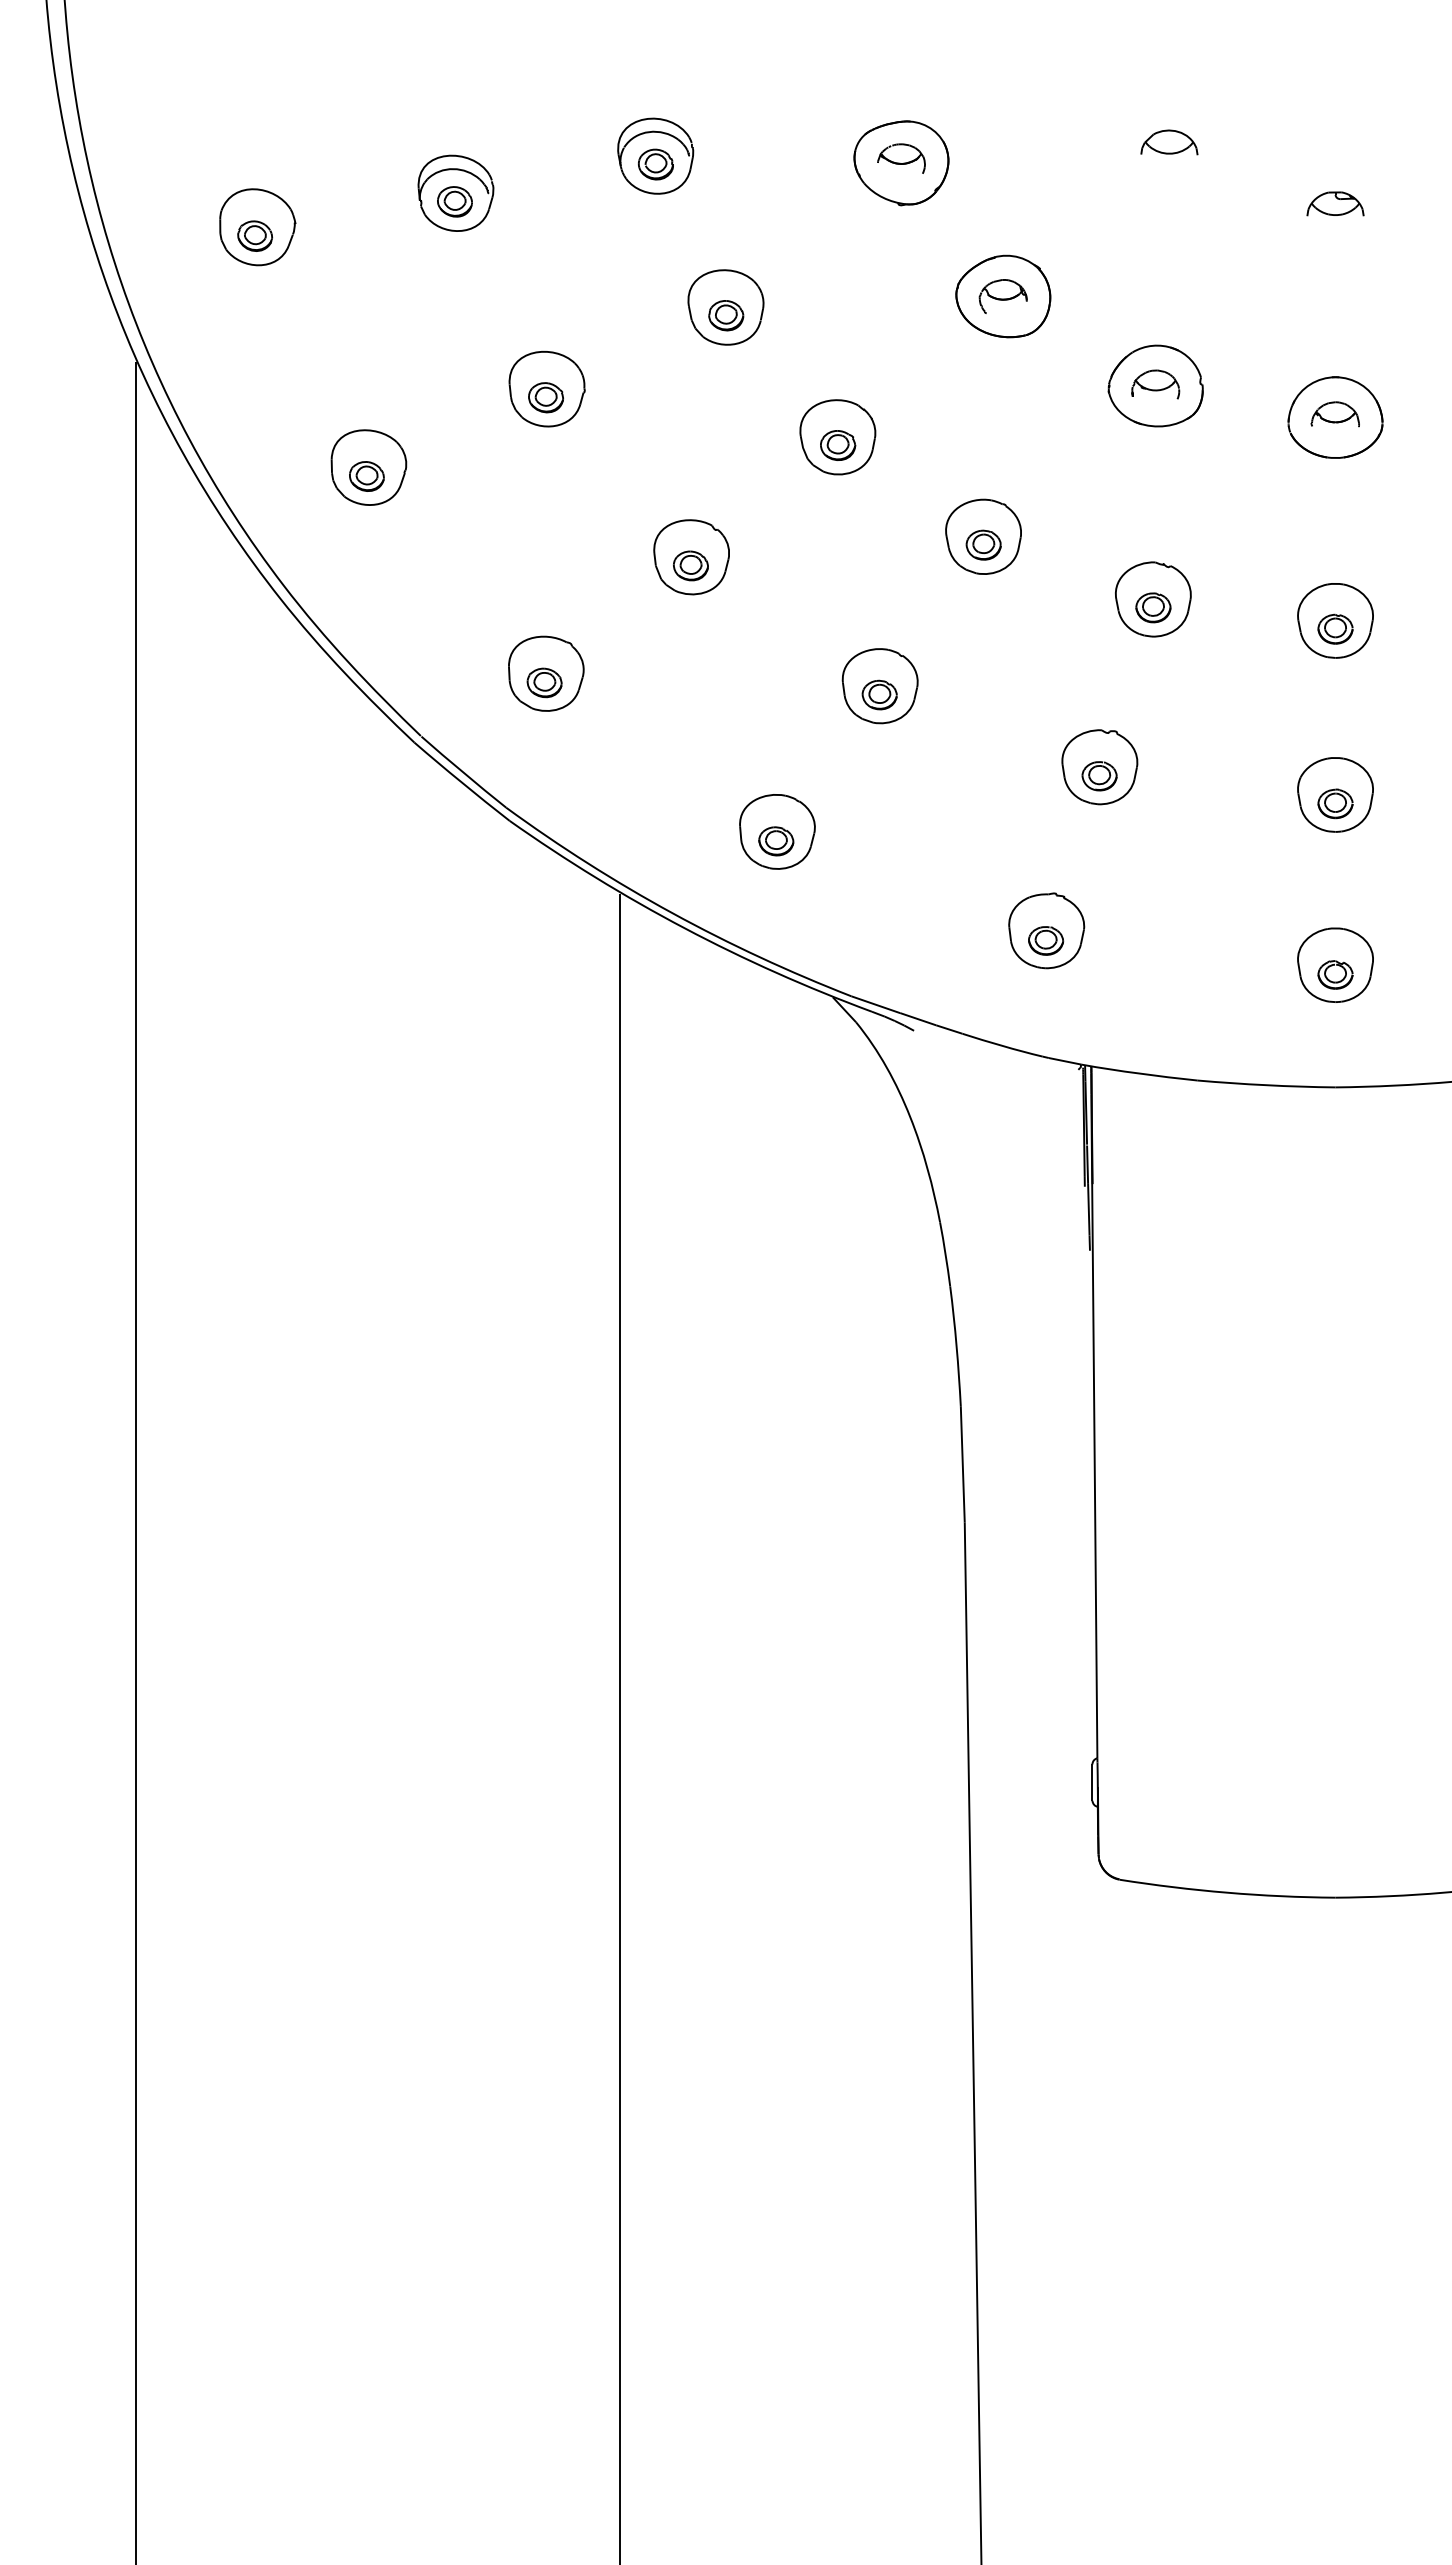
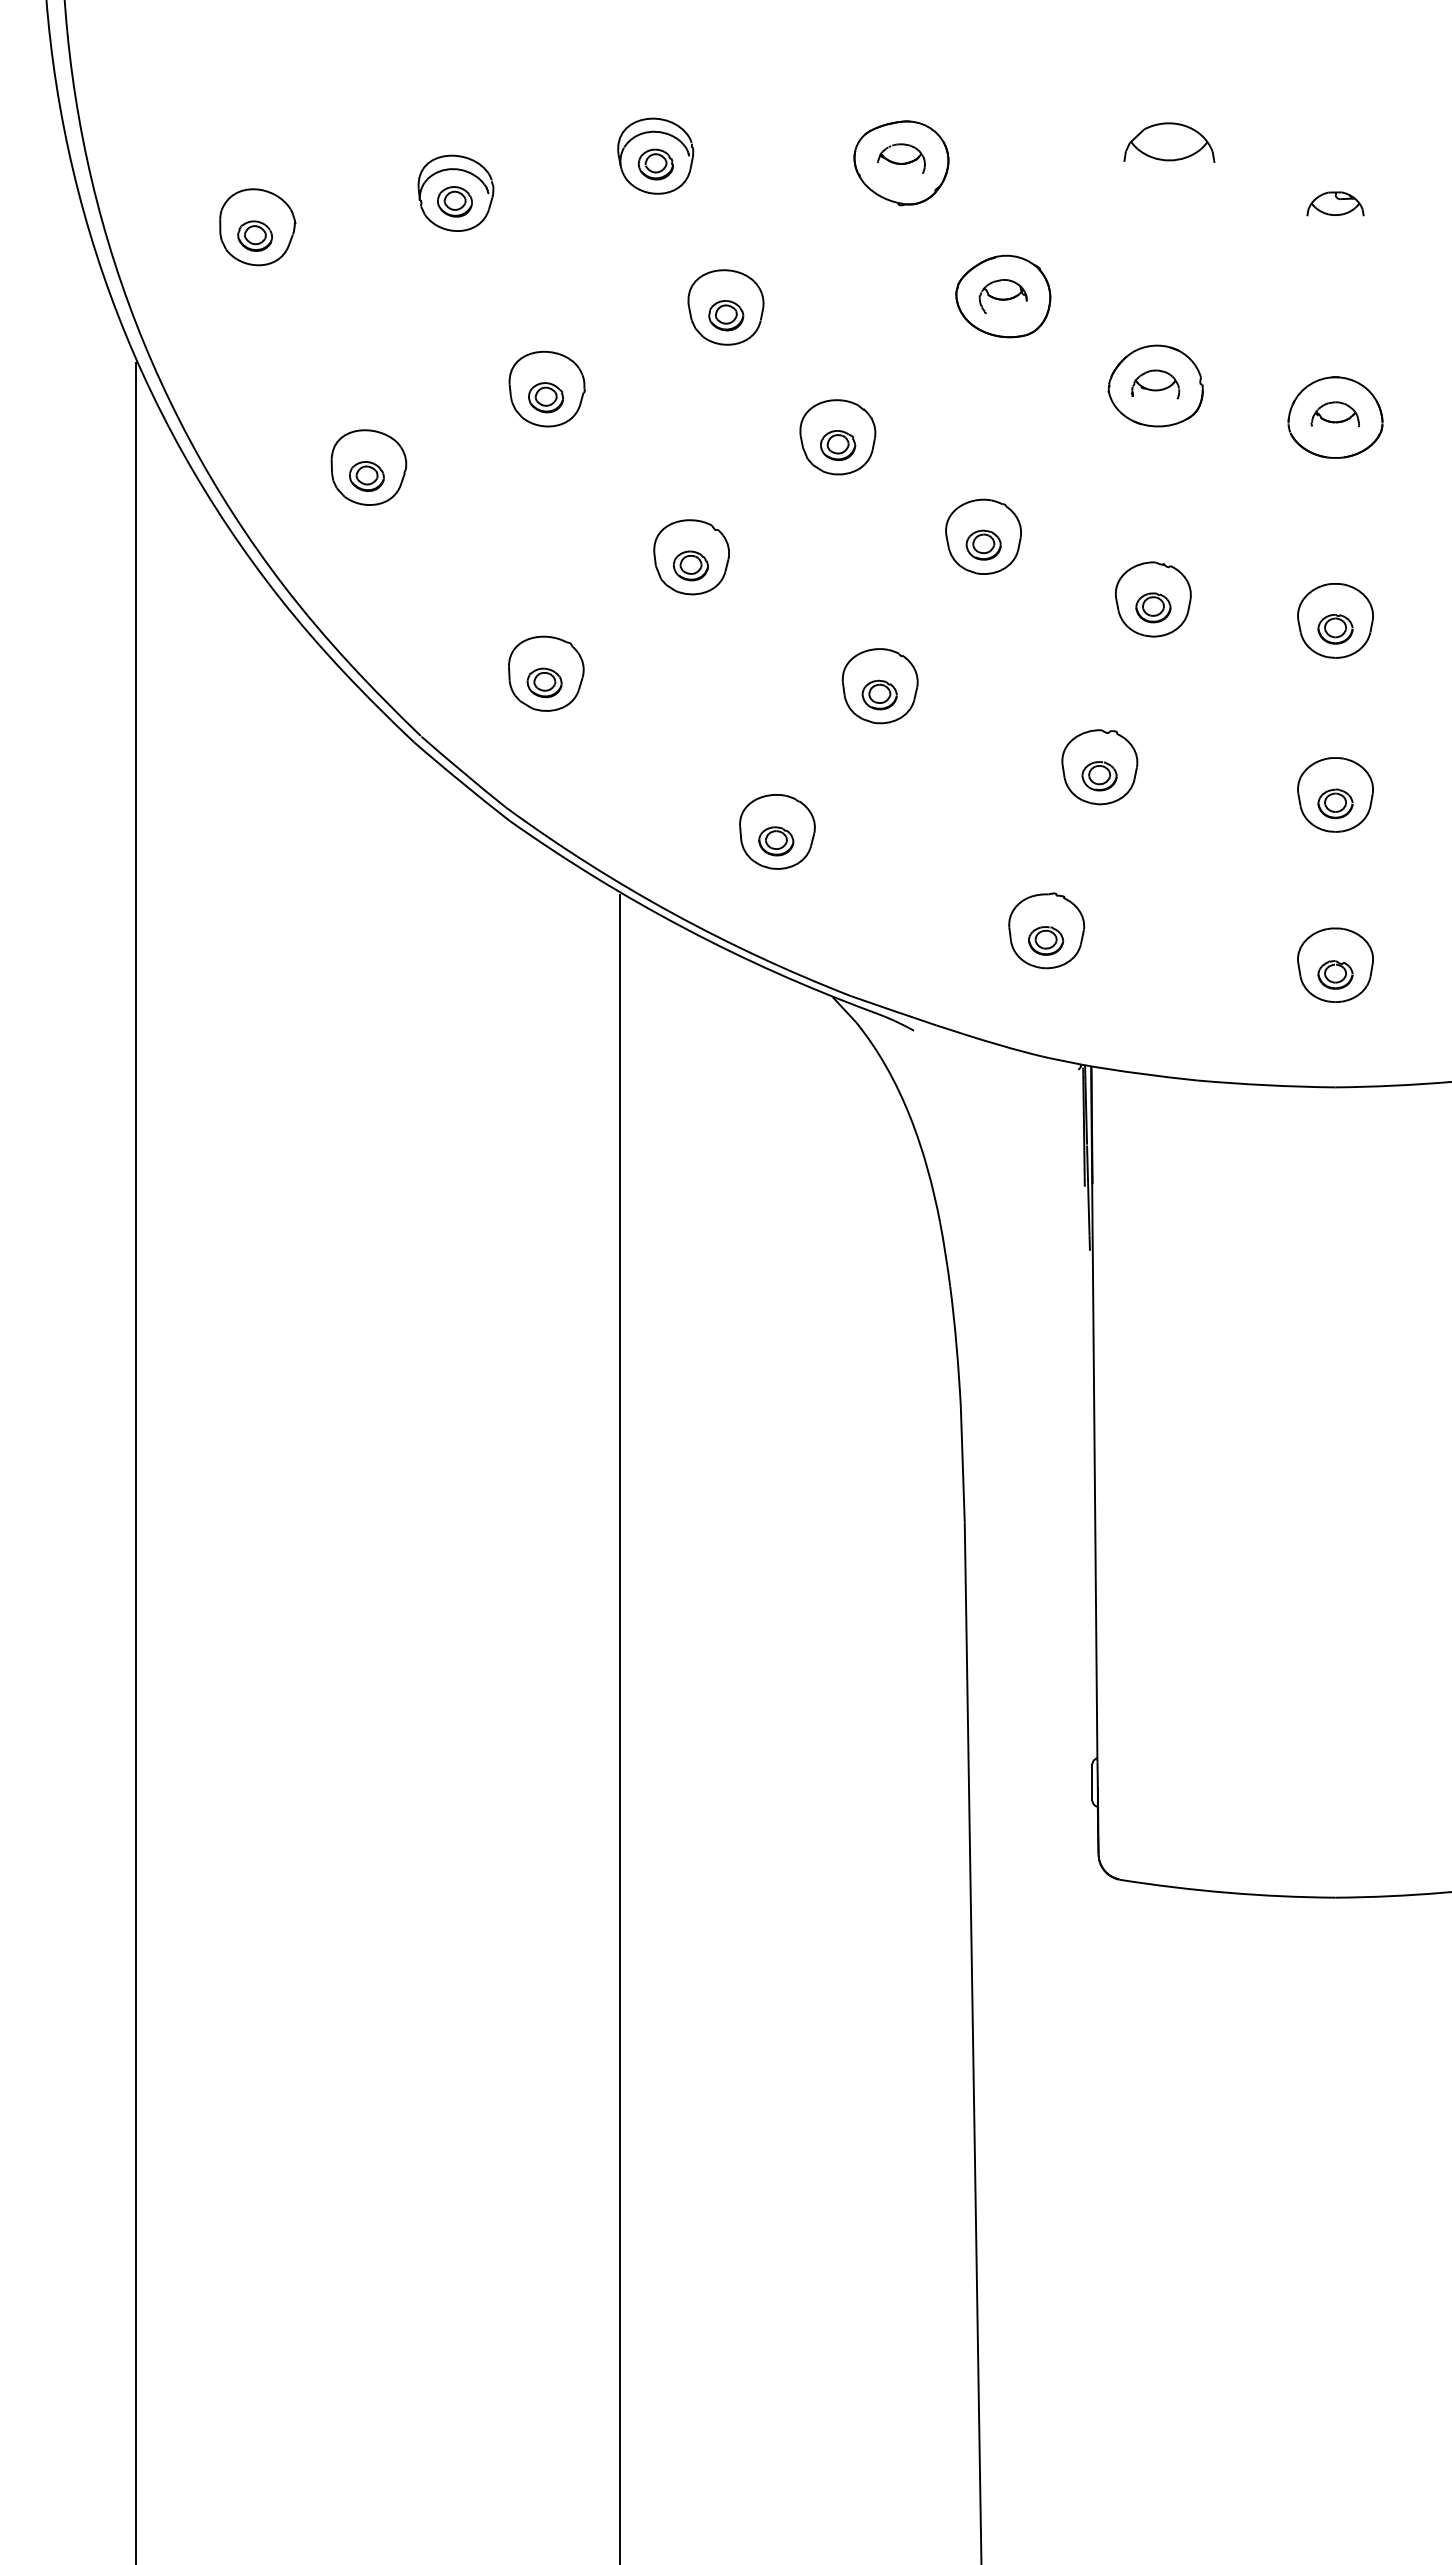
part at (1169, 142) size: 59x27 px -> 93x41 px
